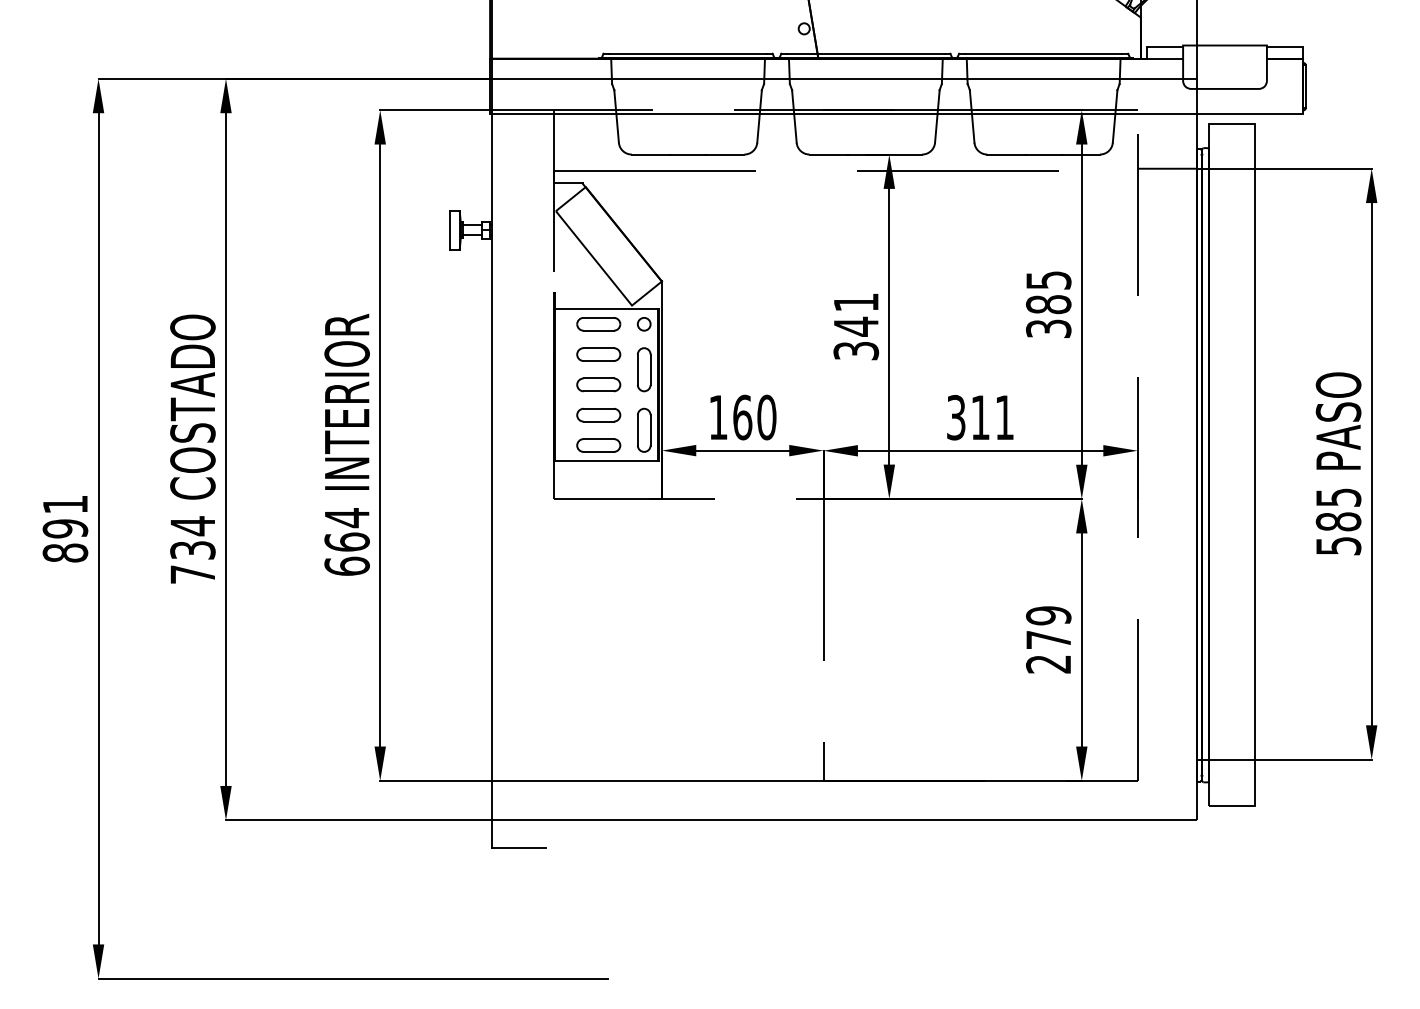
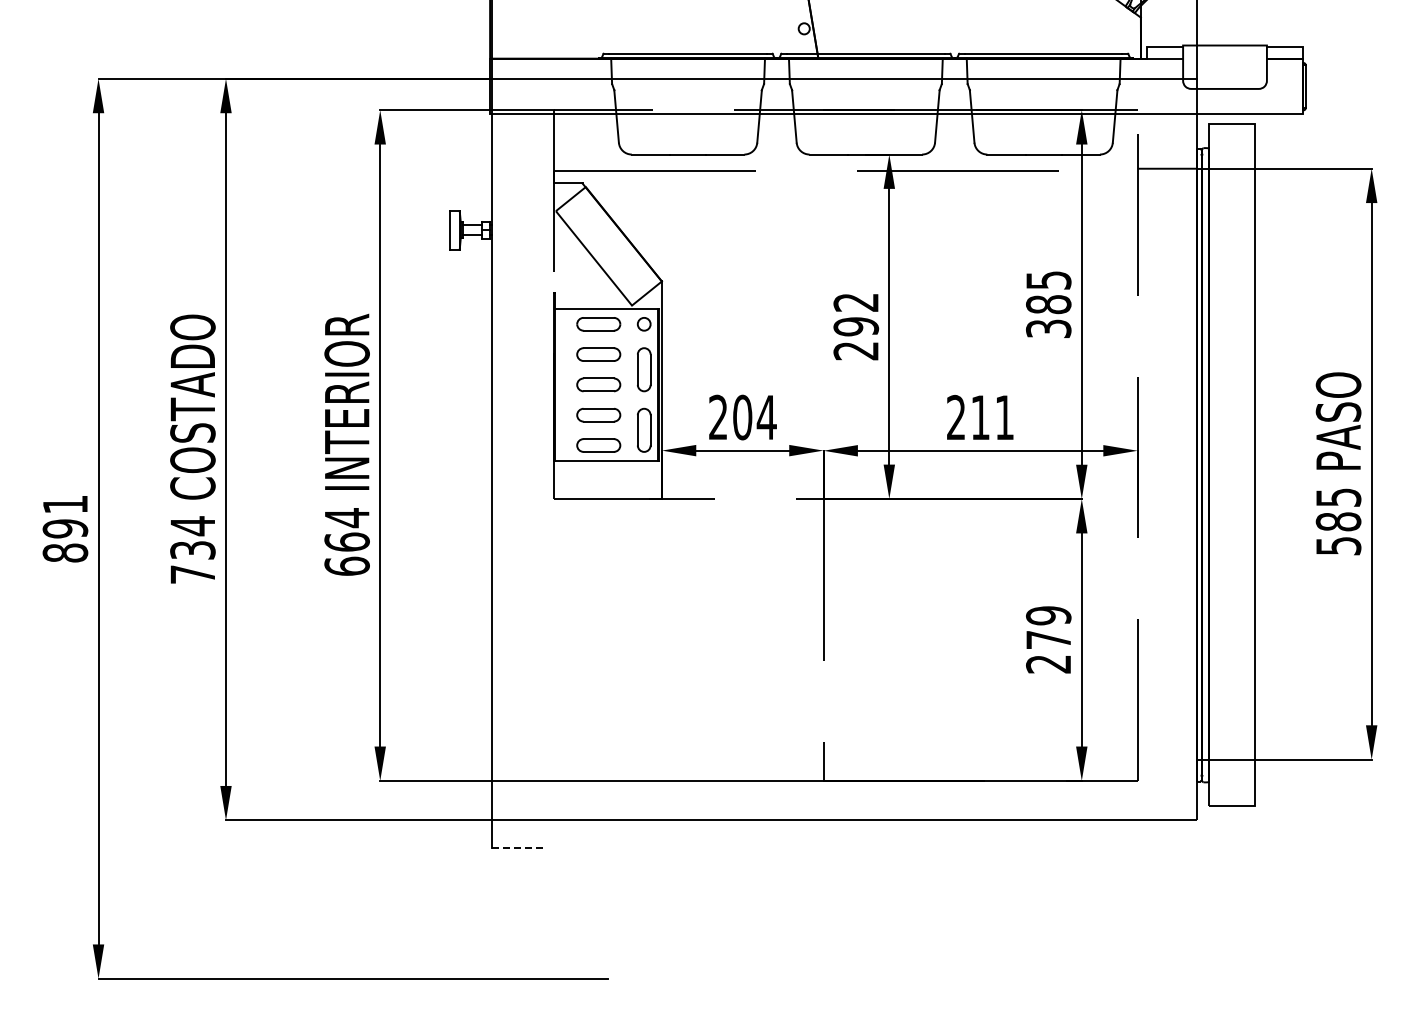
text at (856, 326): 341 -> 292
text at (742, 417): 160 -> 204
text at (956, 417): 311 -> 211
line at (519, 848): solid -> dashed
